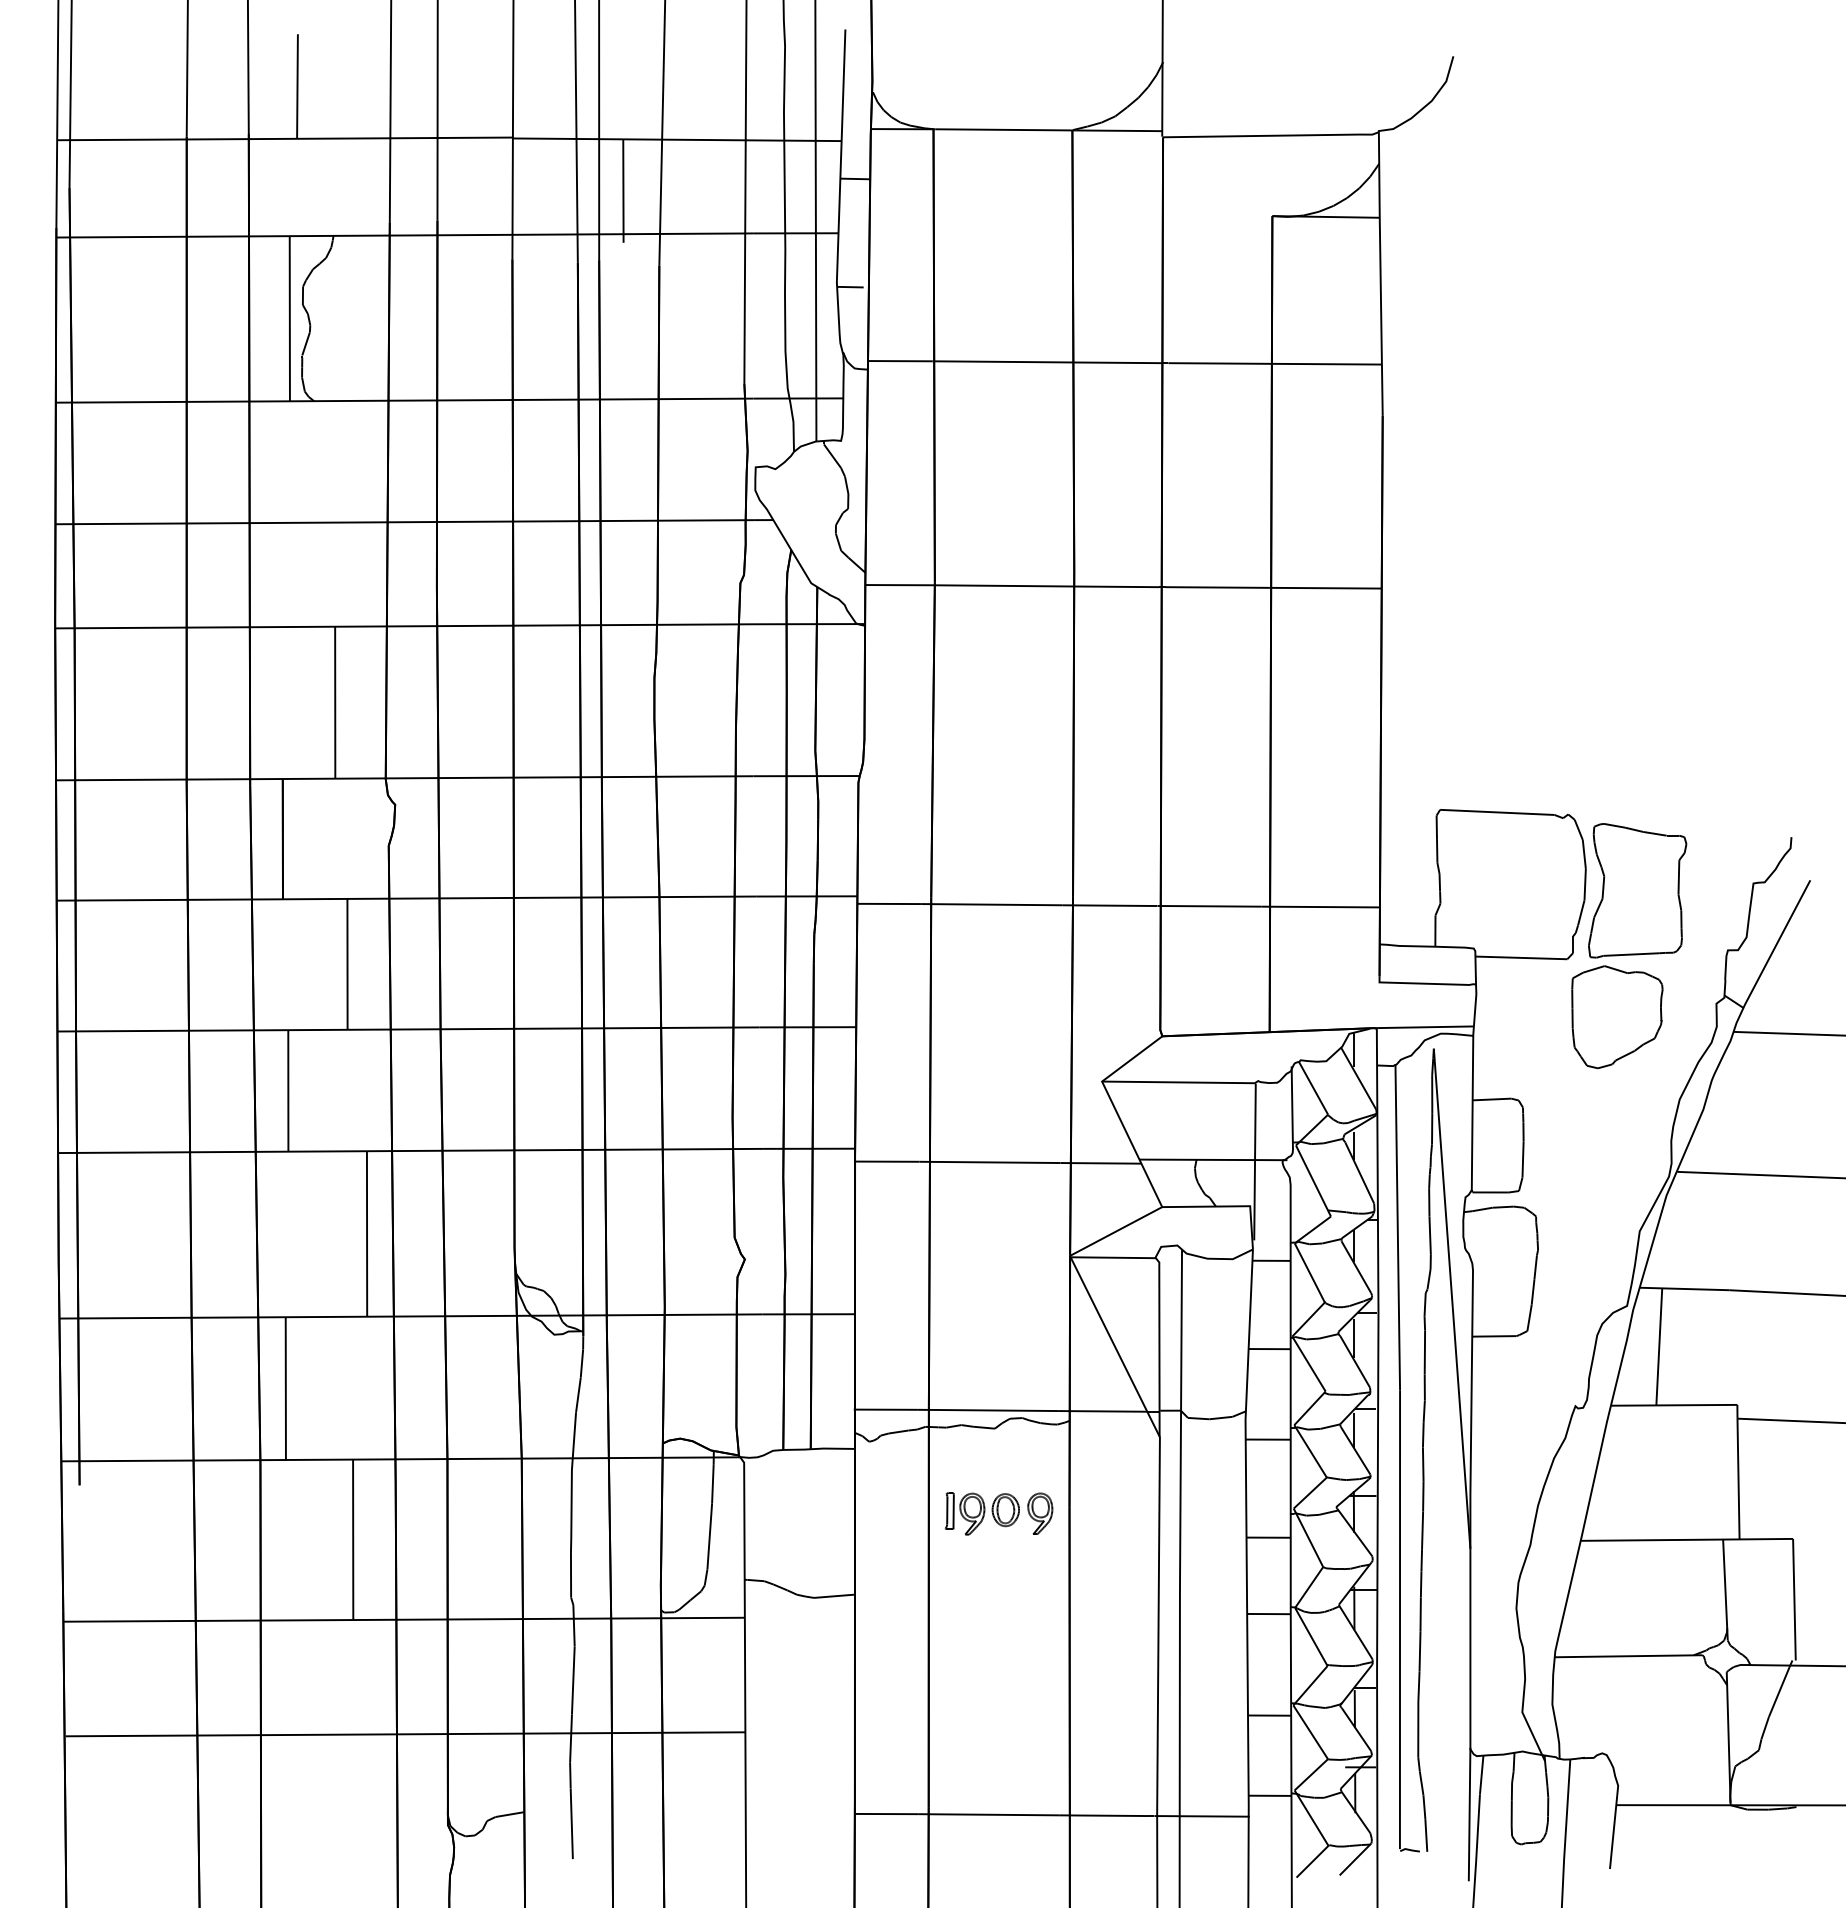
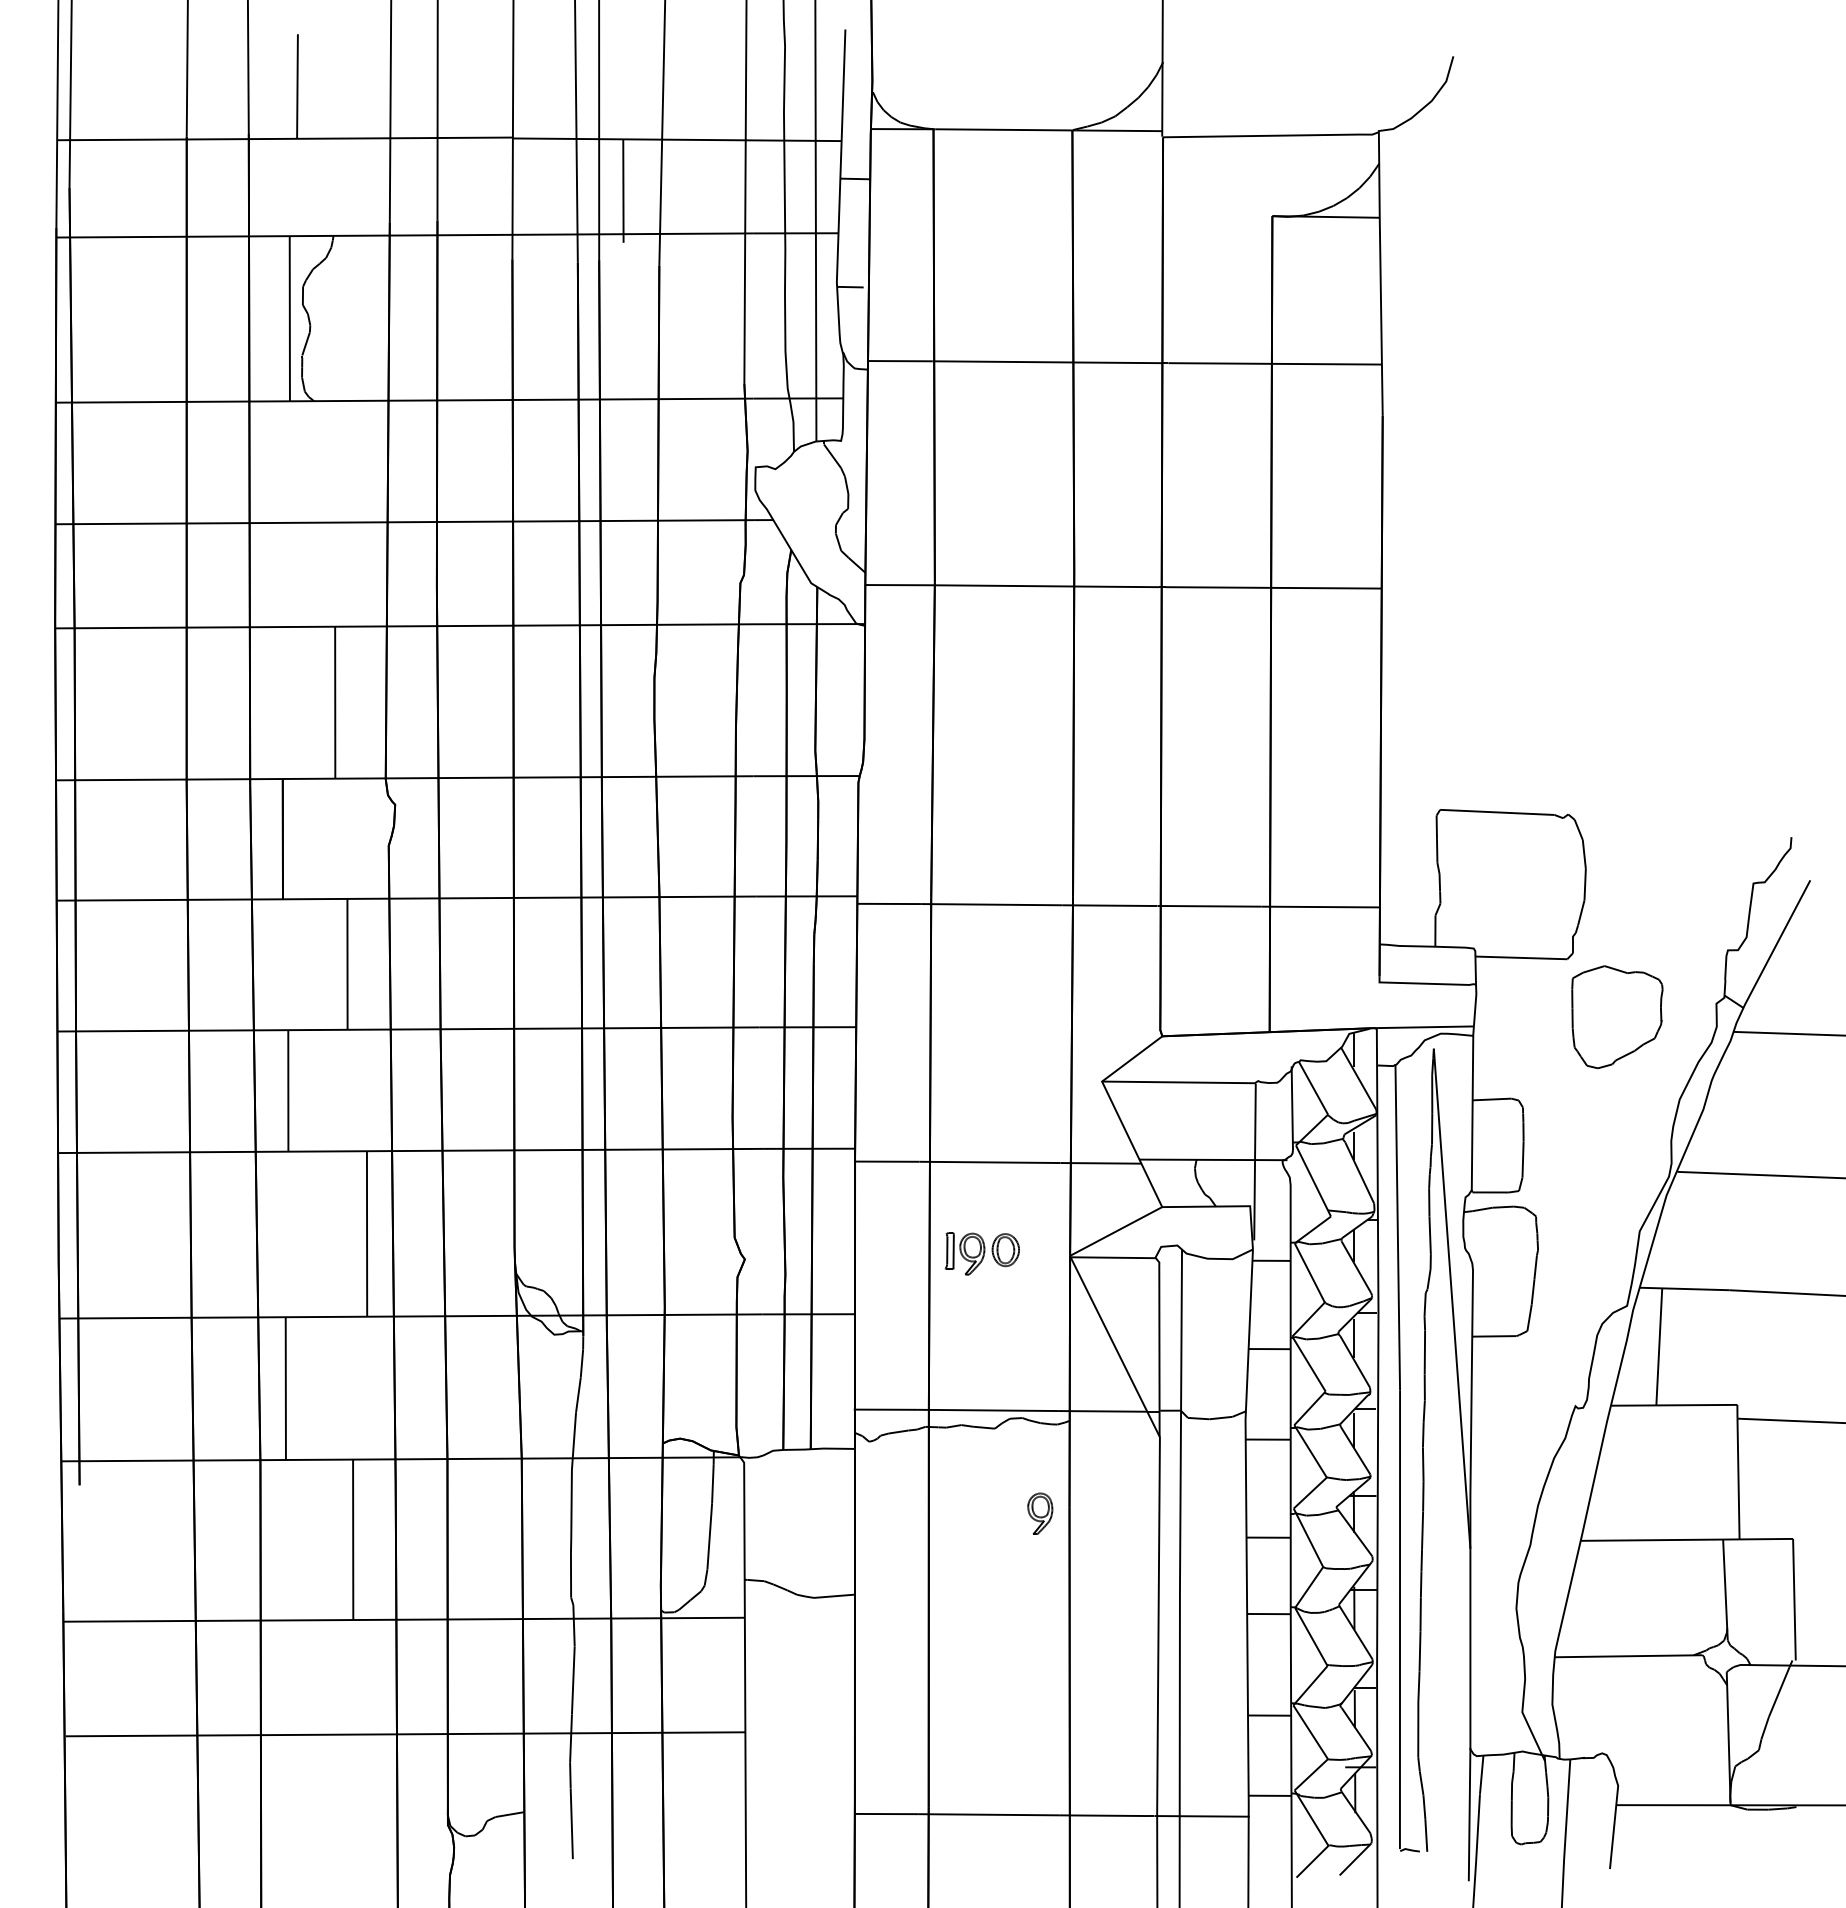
part at (1637, 890): present -> none
part at (981, 1513) position: (981, 1513) -> (981, 1253)
